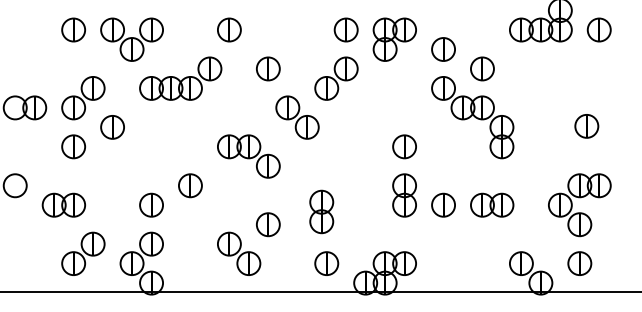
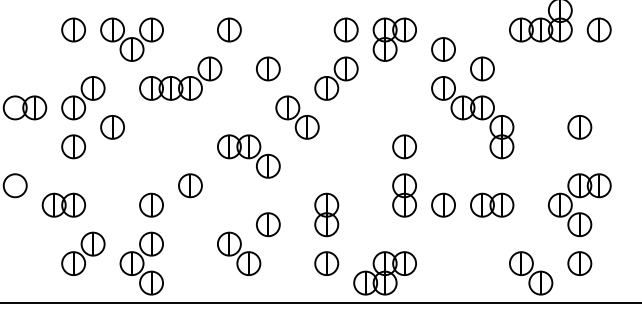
part at (586, 126) position: (586, 126) -> (579, 127)
part at (321, 211) position: (321, 211) -> (326, 214)
line at (320, 291) position: (320, 291) -> (320, 302)
